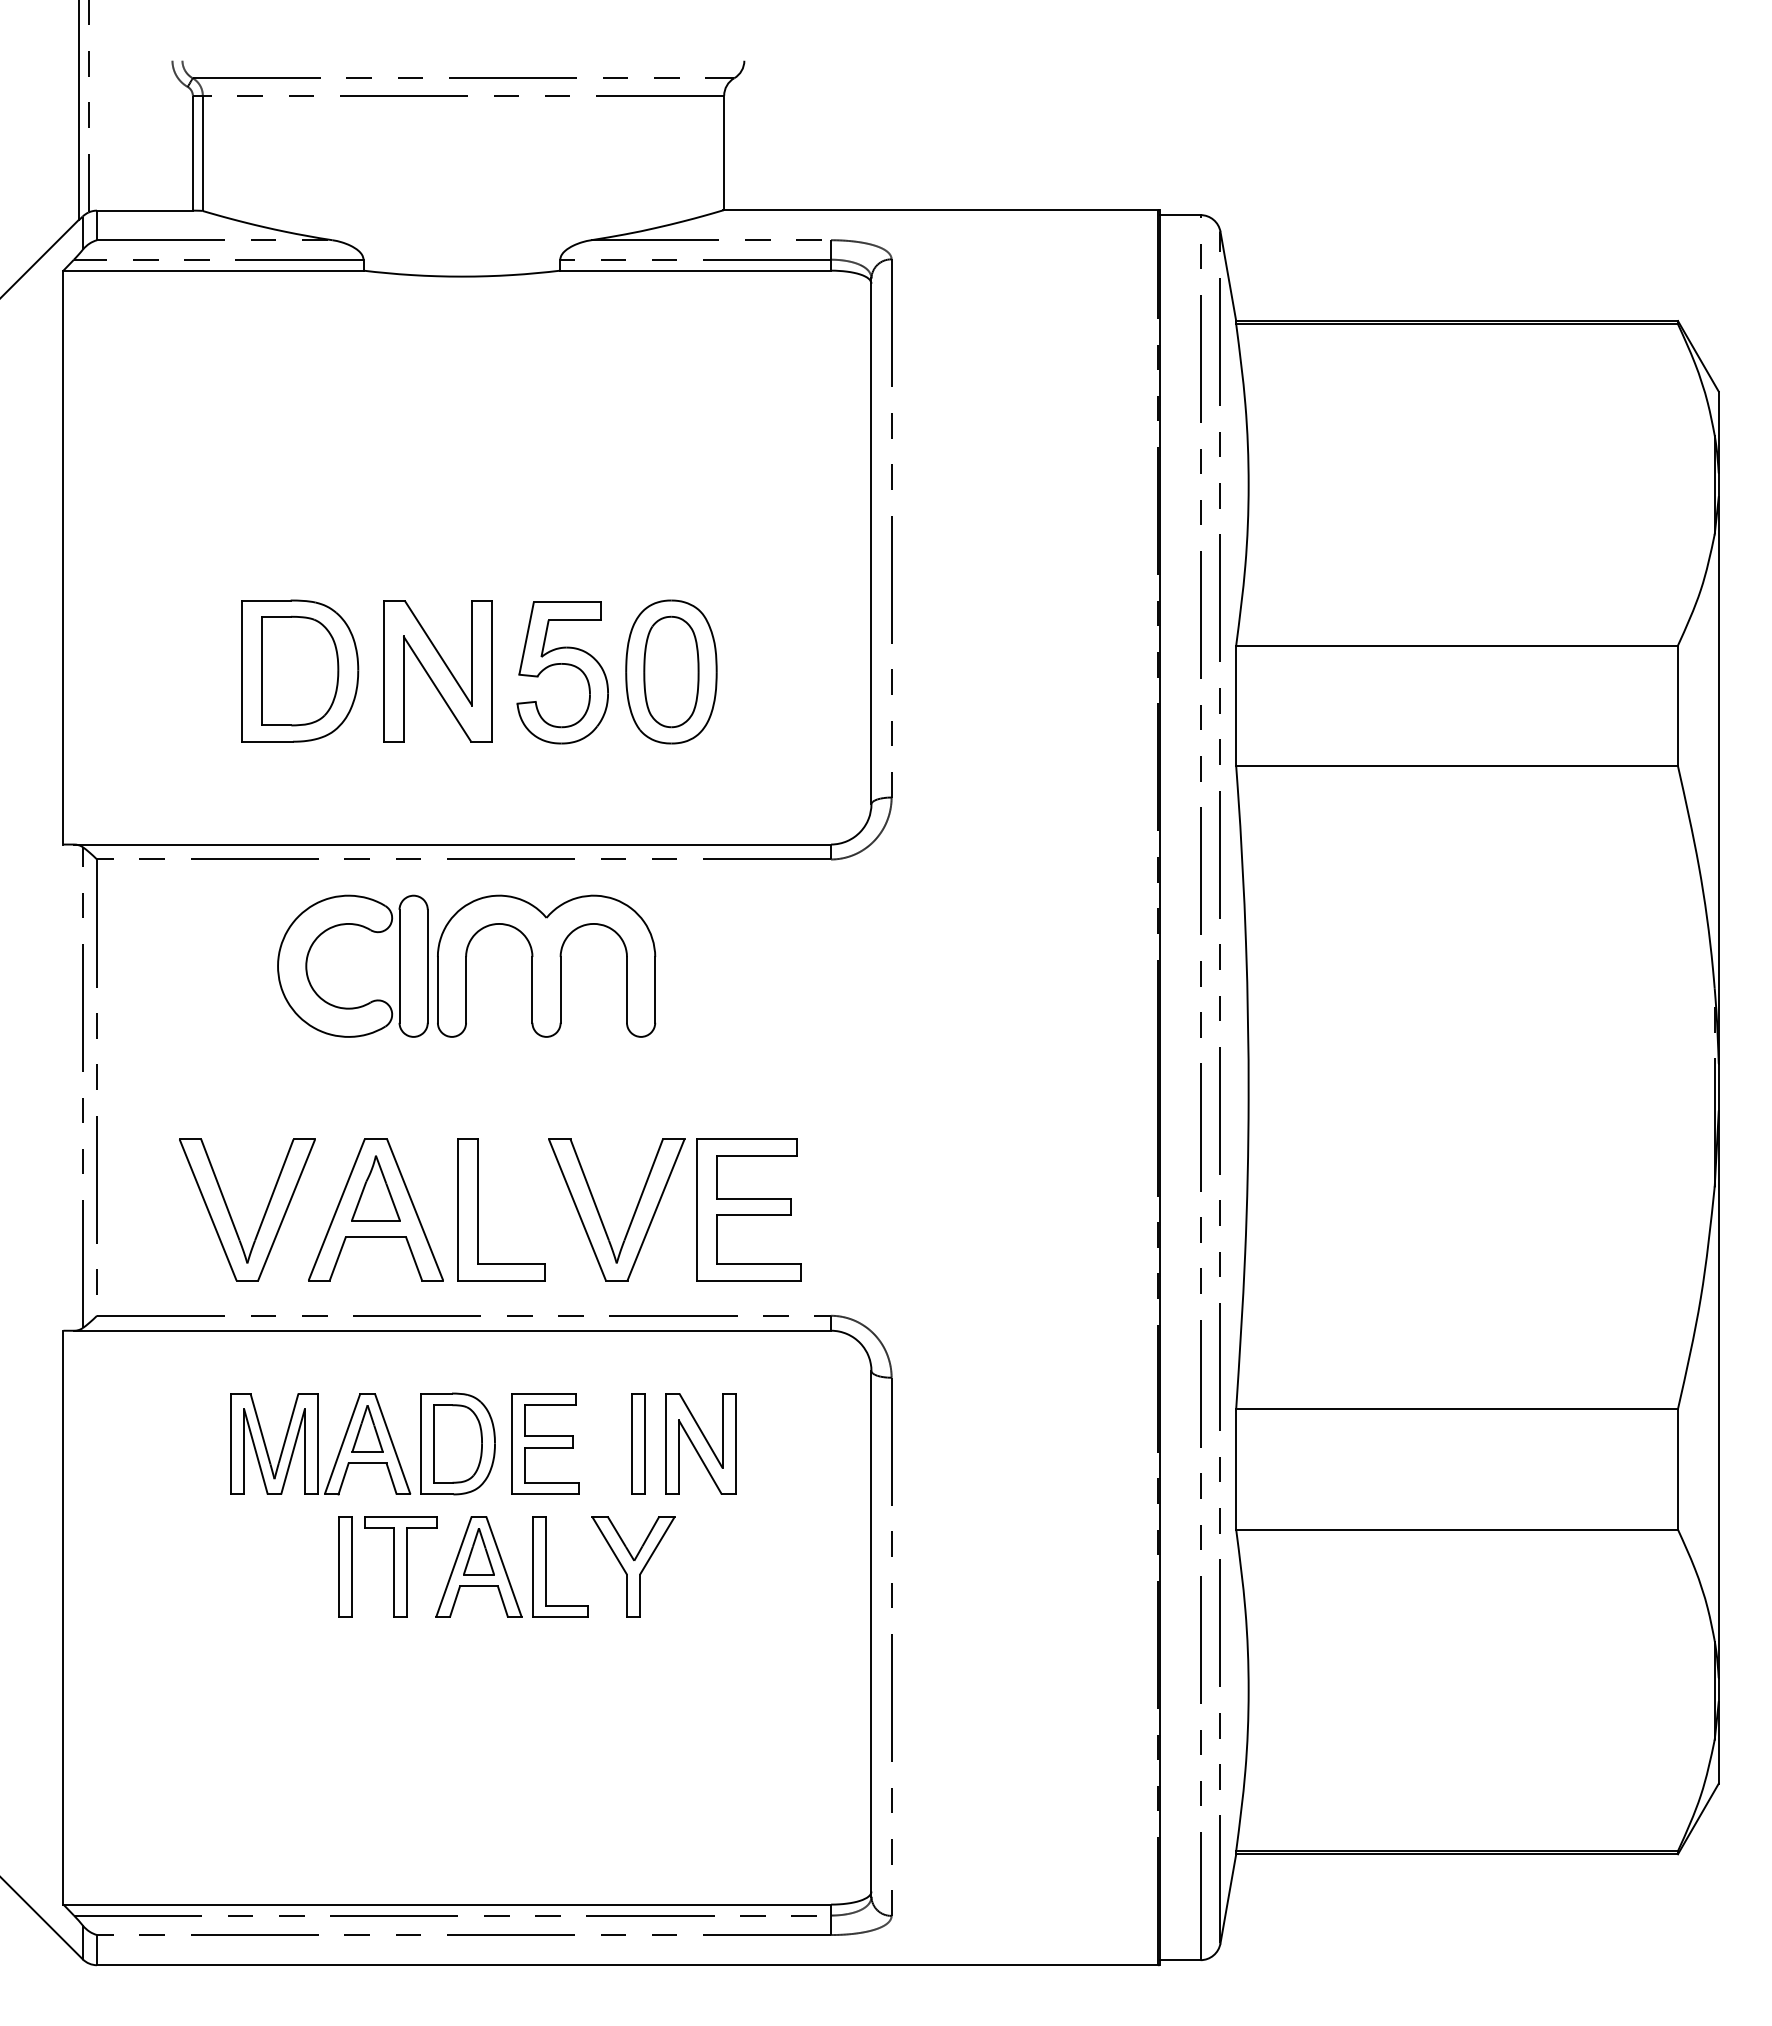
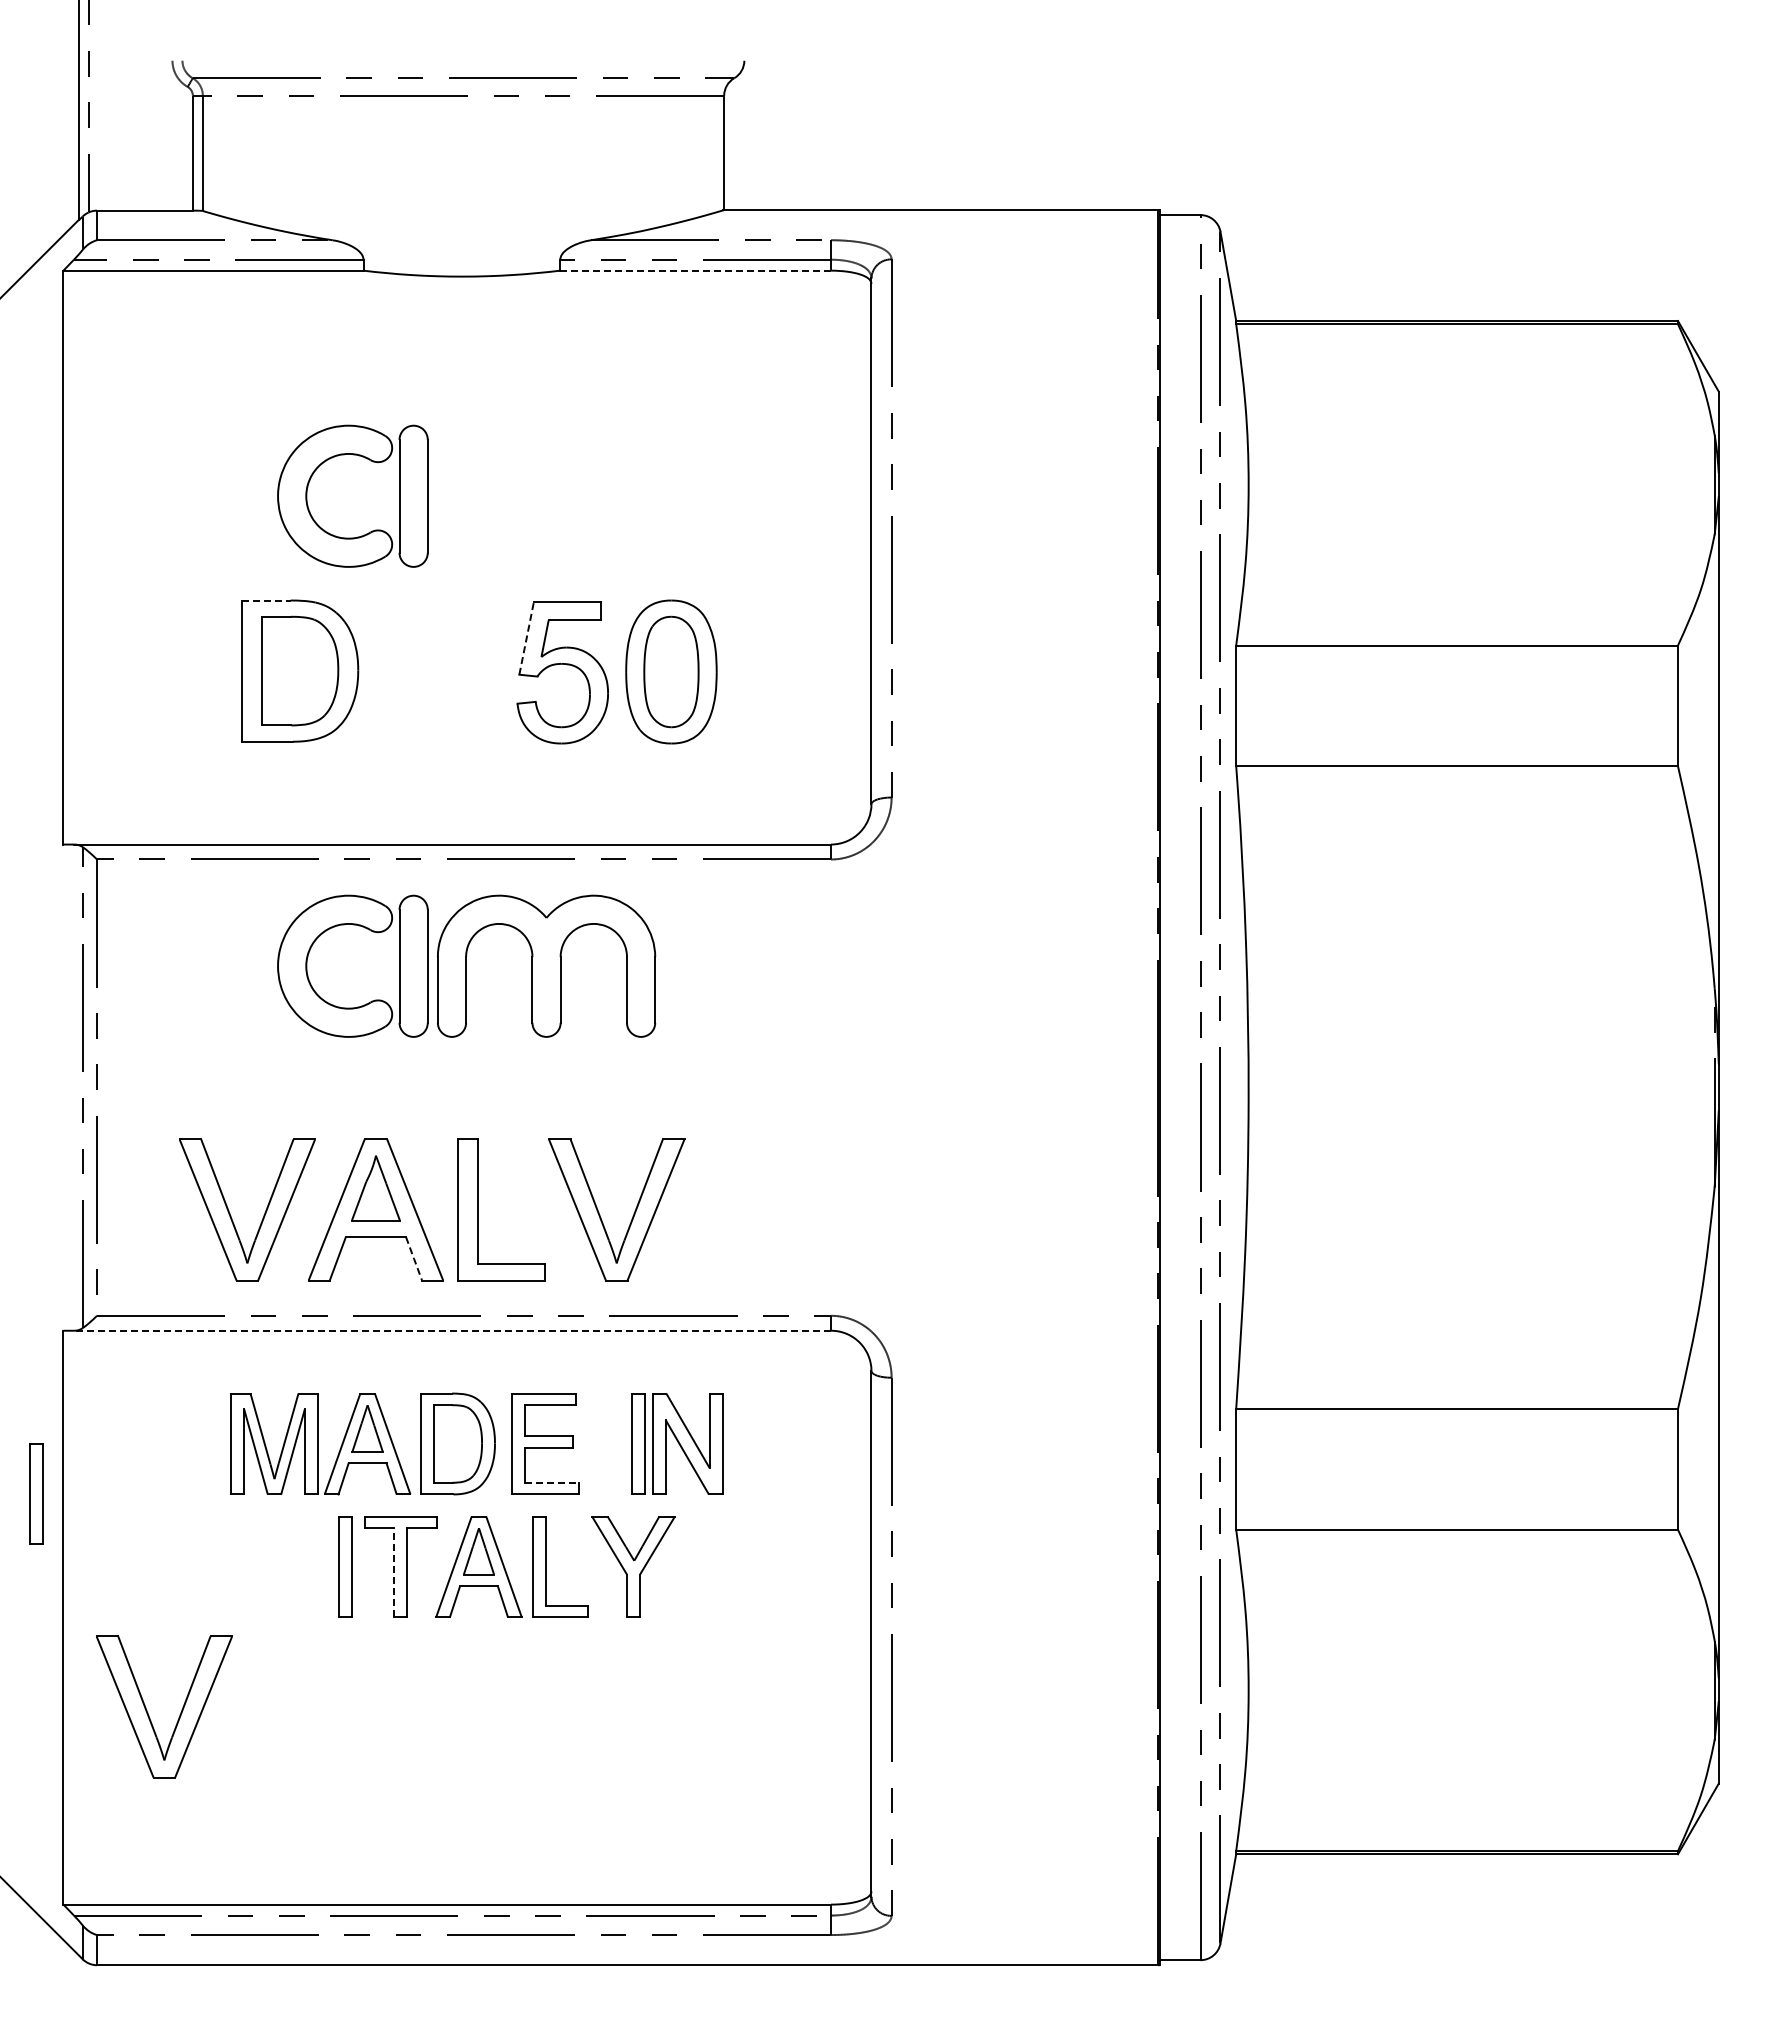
line at (695, 270): solid -> dashed
part at (370, 461): none -> present
line at (267, 600): solid -> dashed
line at (526, 638): solid -> dashed
part at (437, 671): present -> none
part at (748, 1209): present -> none
line at (414, 1258): solid -> dashed
line at (452, 1330): solid -> dashed
part at (700, 1443) position: (700, 1443) -> (687, 1443)
line at (552, 1482): solid -> dashed
part at (36, 1493): none -> present
line at (394, 1572): solid -> dashed
part at (179, 1714): none -> present
